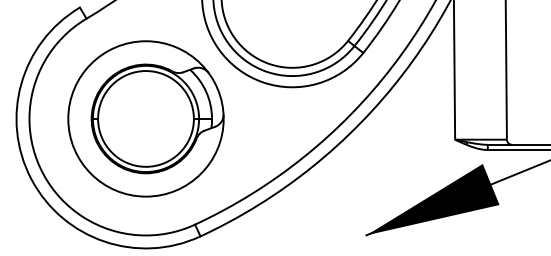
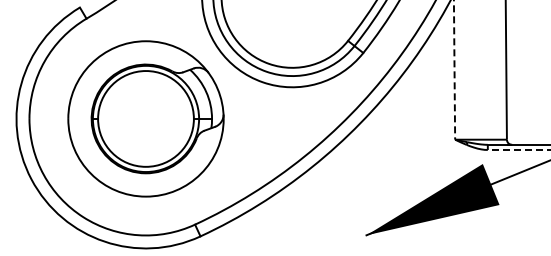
line at (454, 70): solid -> dashed
line at (518, 149): solid -> dashed
